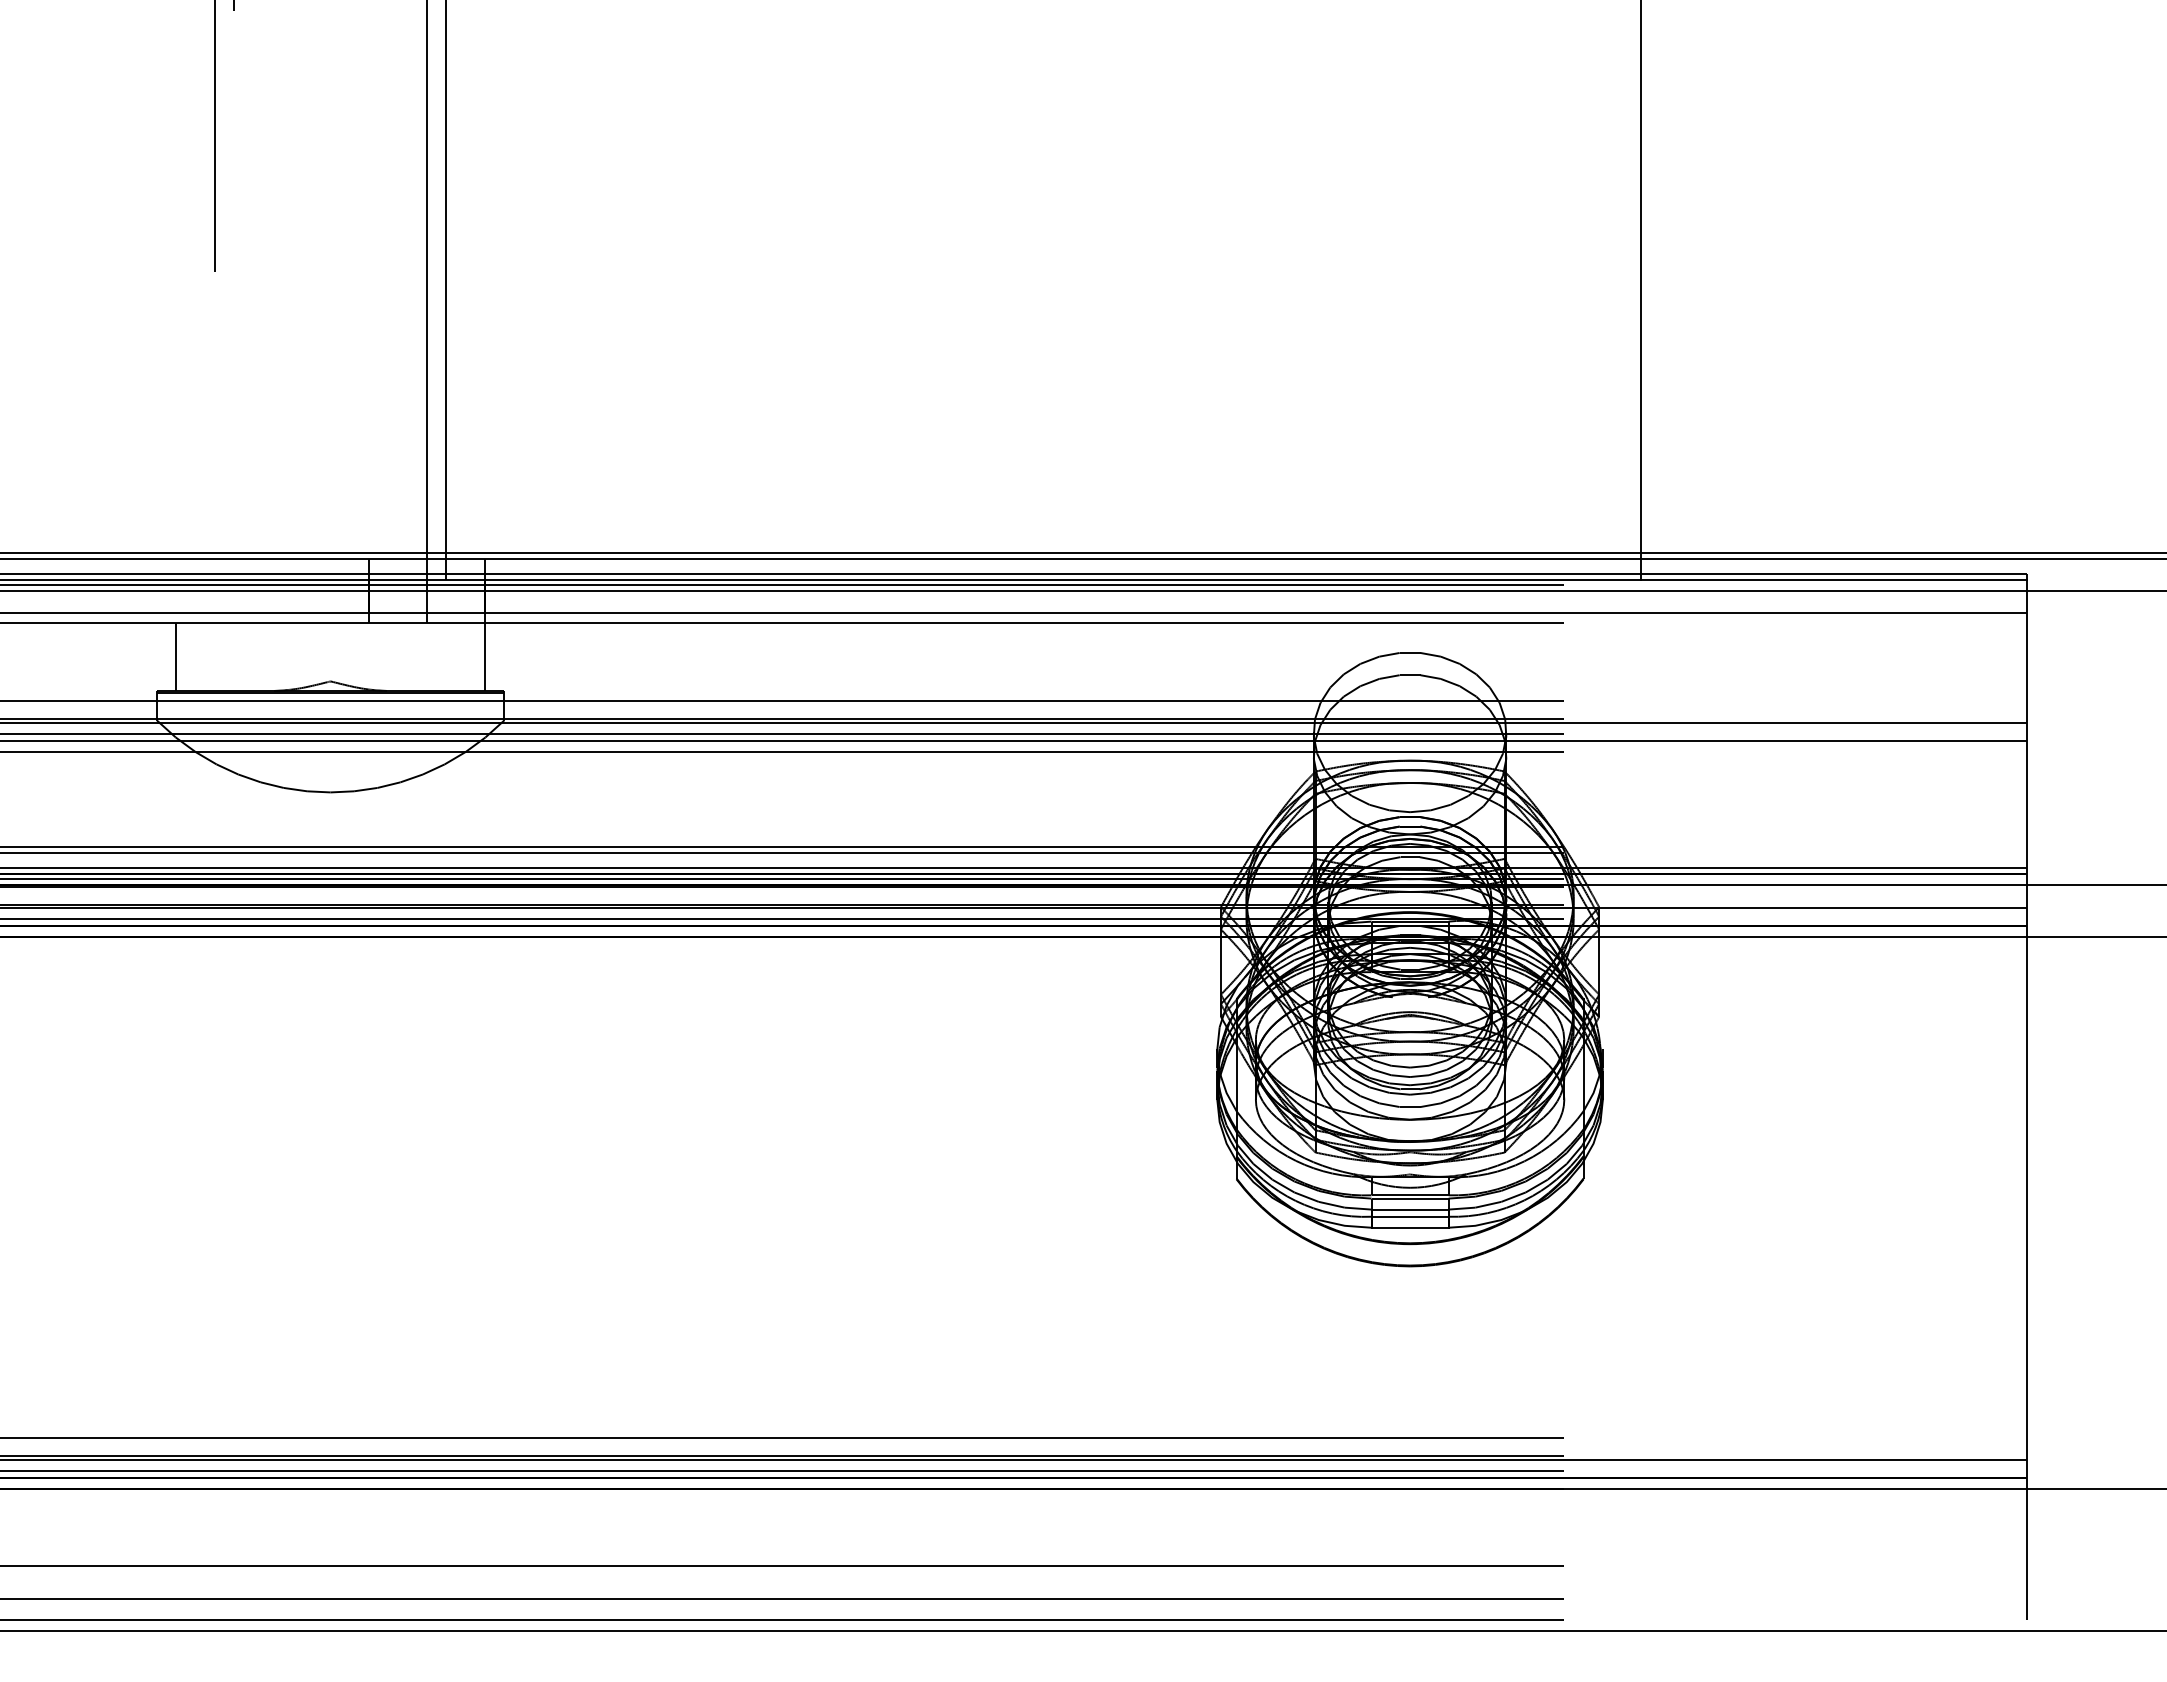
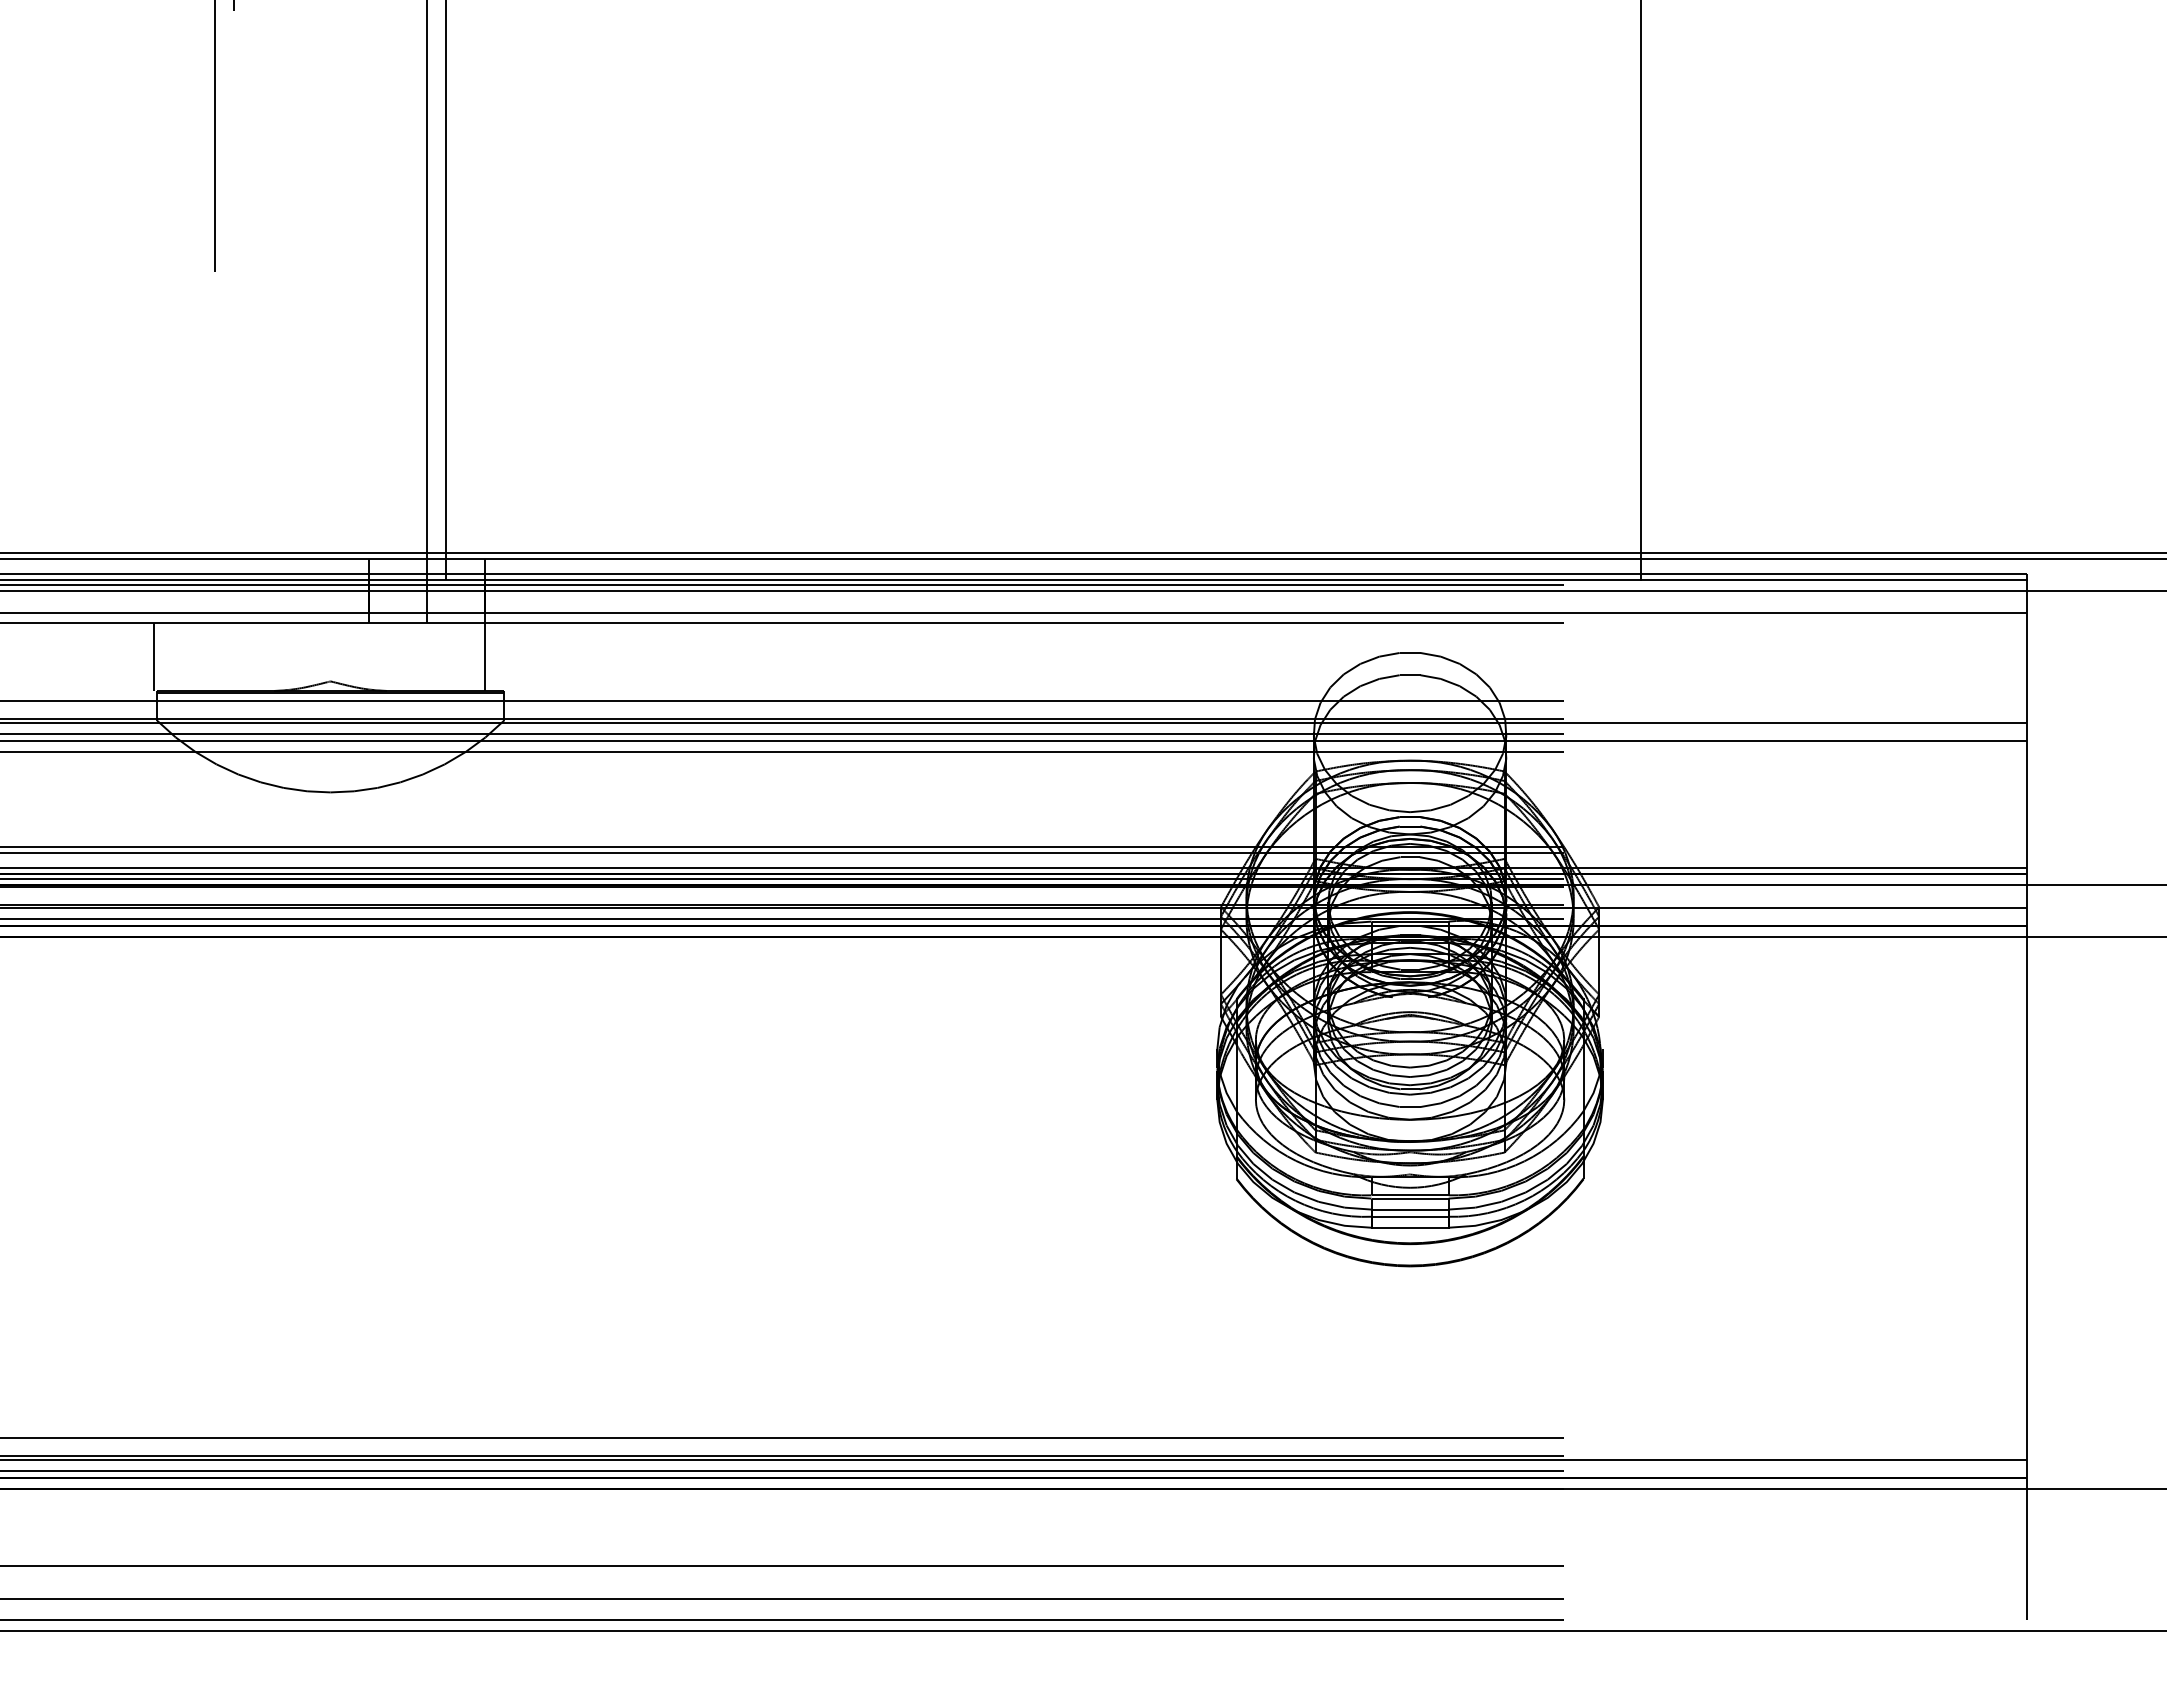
line at (176, 656) position: (176, 656) -> (154, 656)
